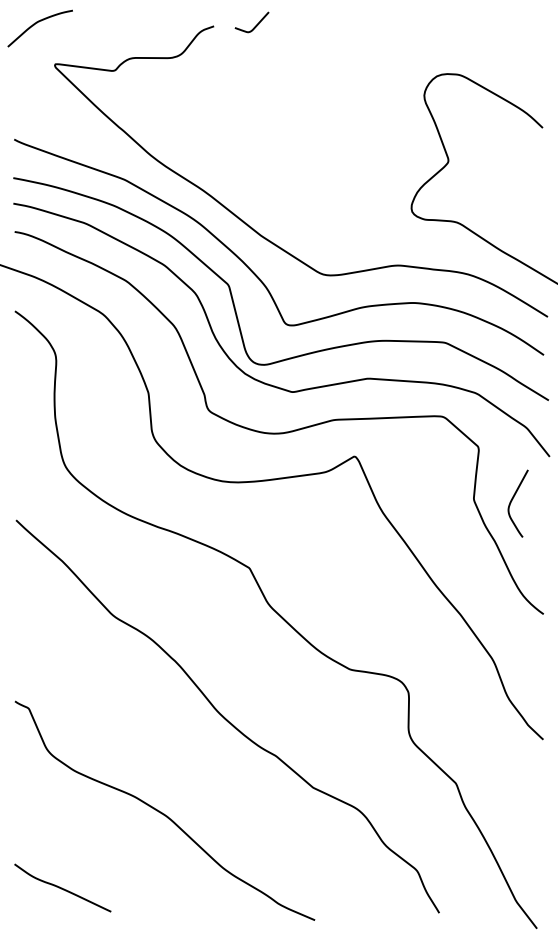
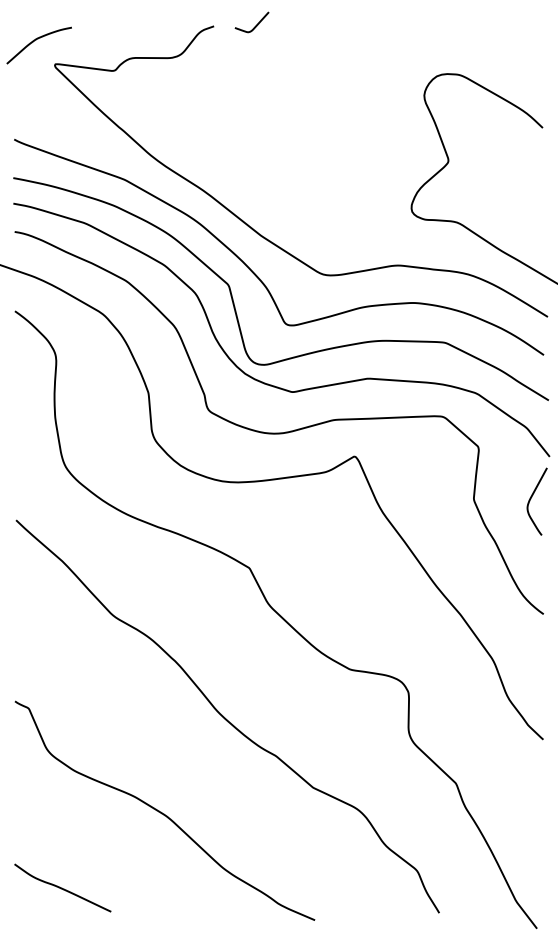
curve at (37, 23) position: (37, 23) -> (36, 40)
curve at (512, 501) position: (512, 501) -> (531, 499)
